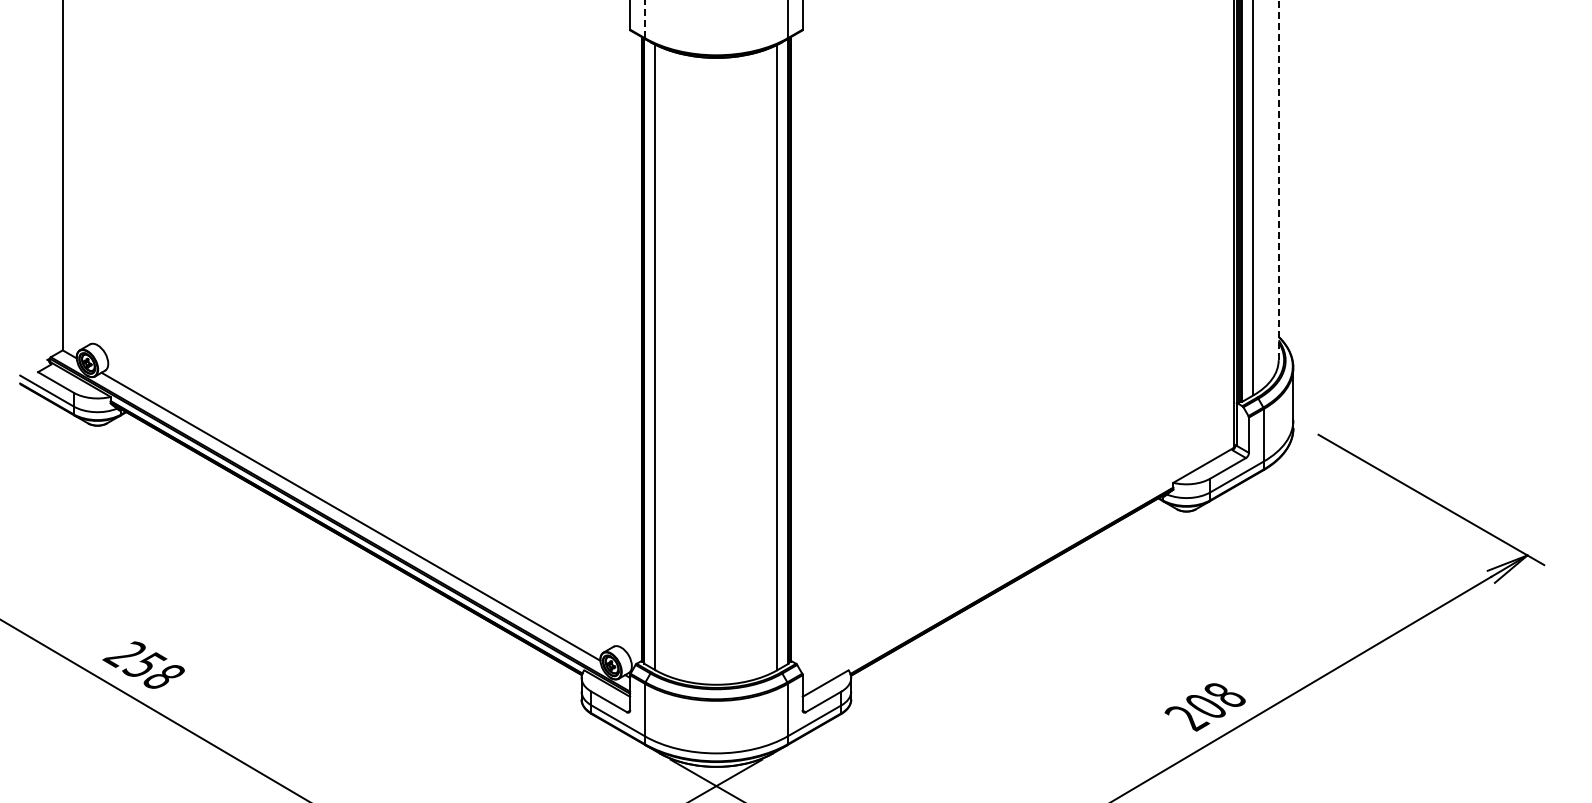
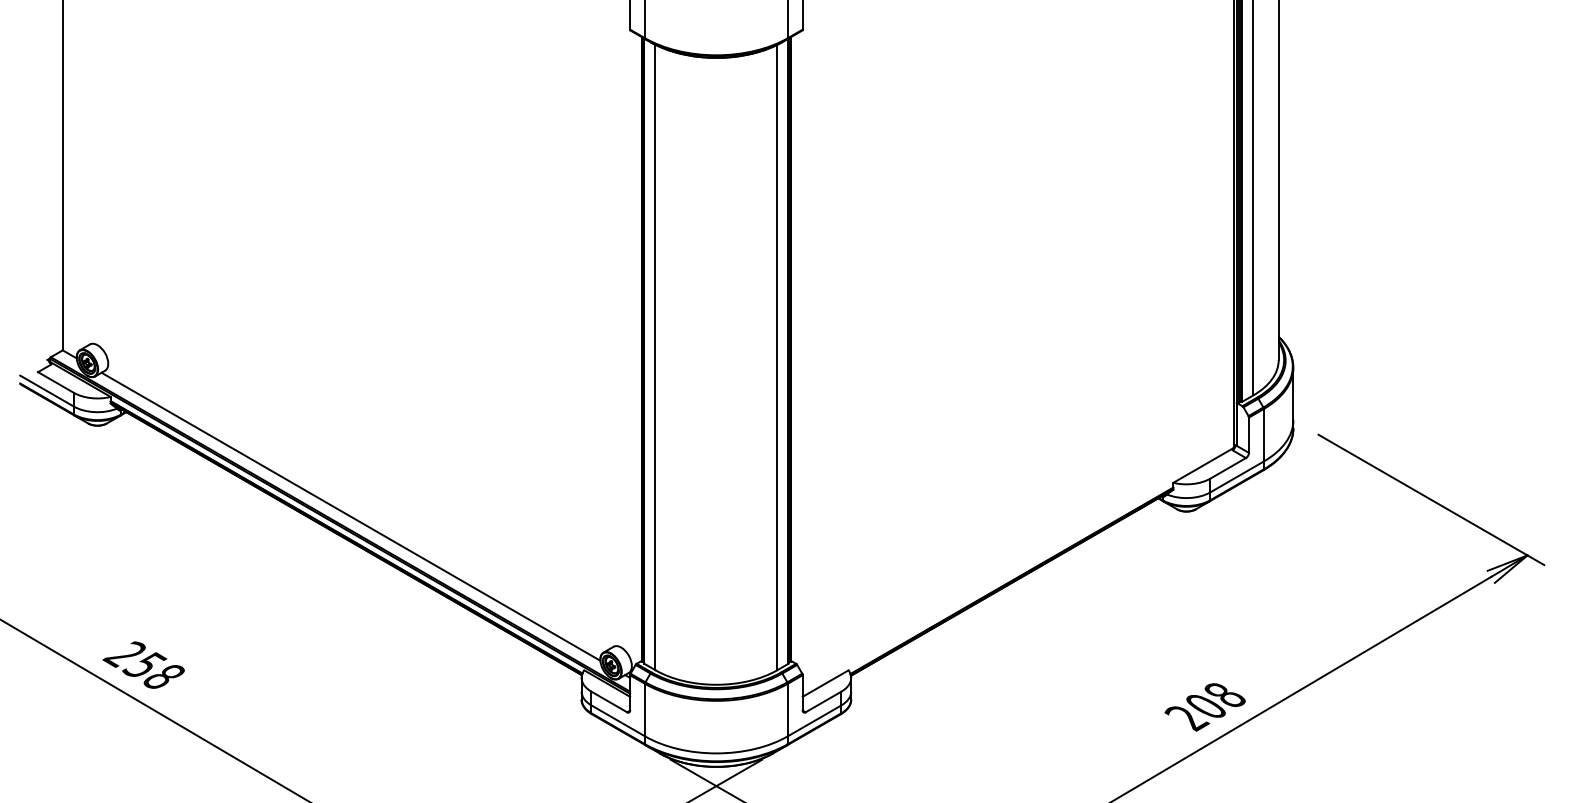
line at (645, 19): dashed -> solid
line at (1278, 180): dashed -> solid
